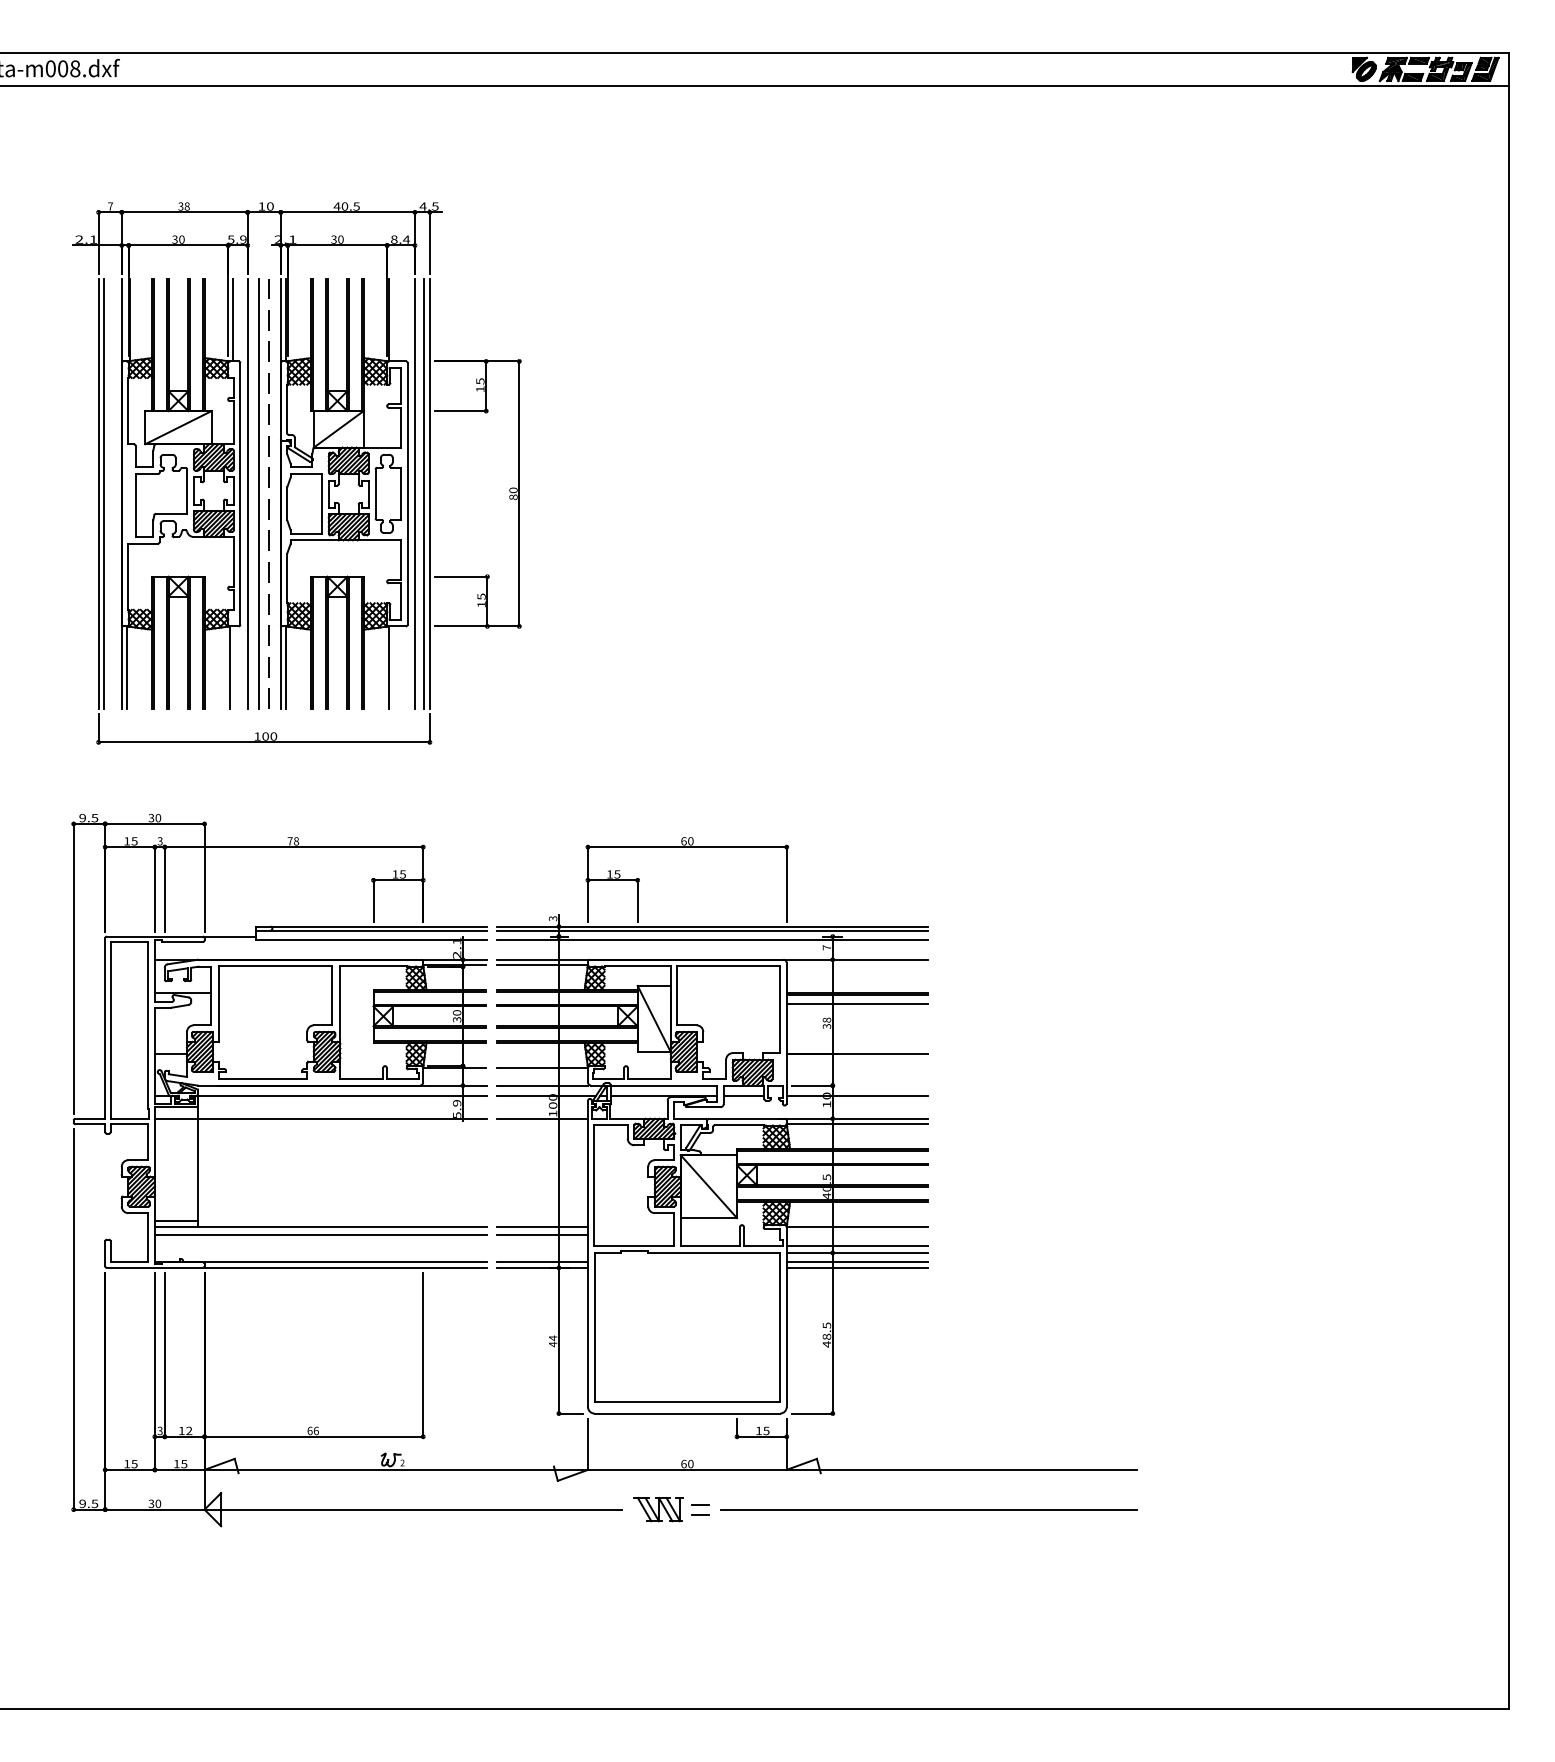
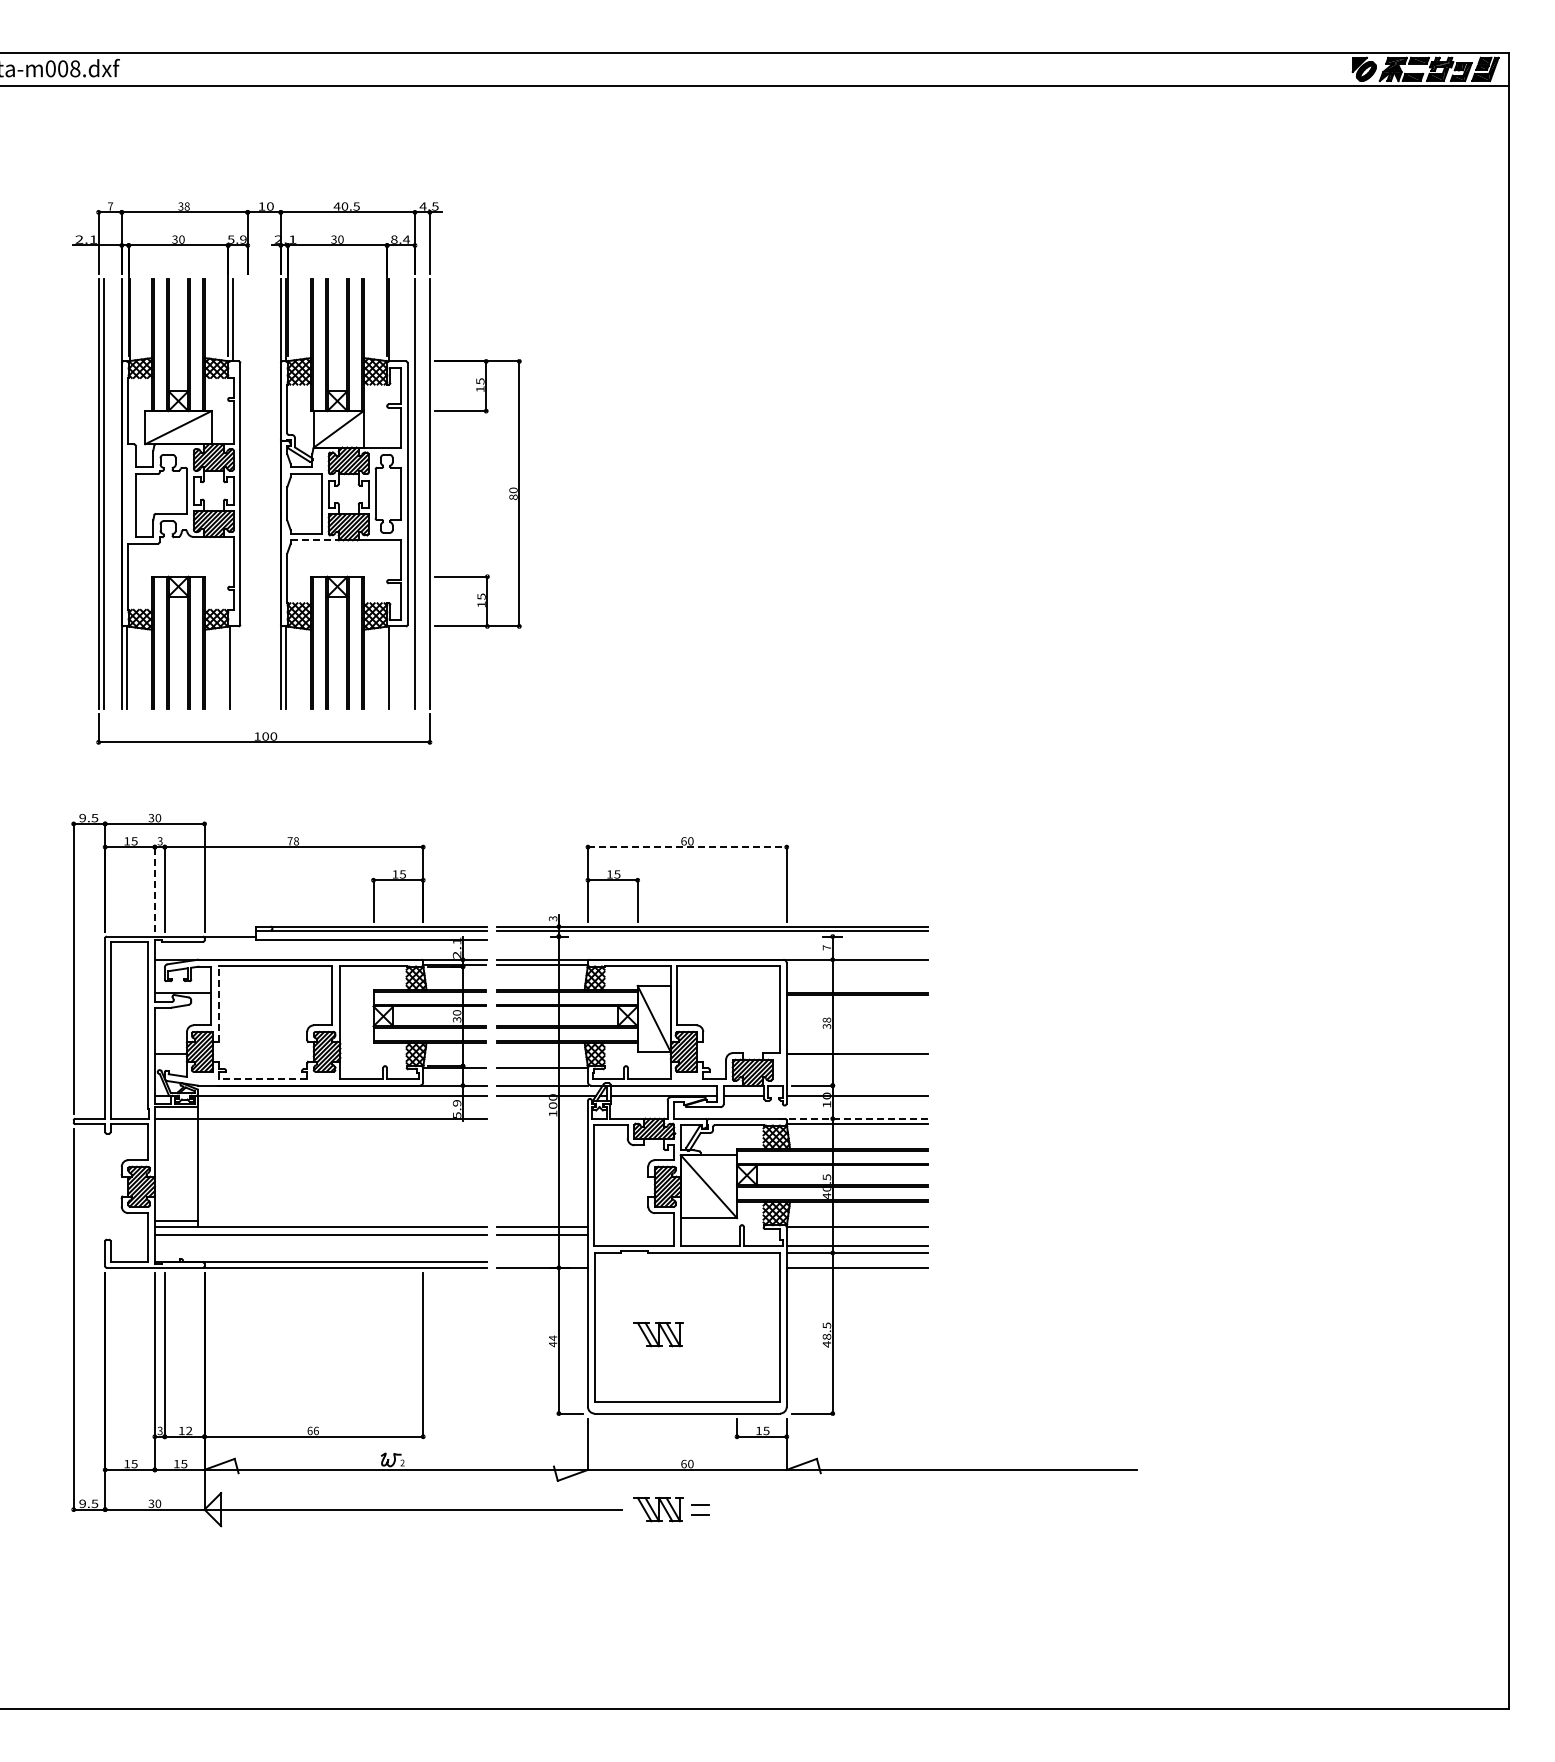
line at (268, 487): present -> none
line at (247, 493): present -> none
line at (259, 493): present -> none
line at (424, 493): present -> none
line at (315, 540): solid -> dashed
line at (687, 847): solid -> dashed
line at (154, 888): solid -> dashed
line at (712, 940): present -> none
line at (219, 1004): solid -> dashed
line at (857, 1004): present -> none
line at (263, 1079): solid -> dashed
line at (542, 1118): present -> none
line at (853, 1118): solid -> dashed
line at (542, 1261): present -> none
line at (857, 1261): present -> none
part at (658, 1334): none -> present
line at (928, 1509): present -> none
